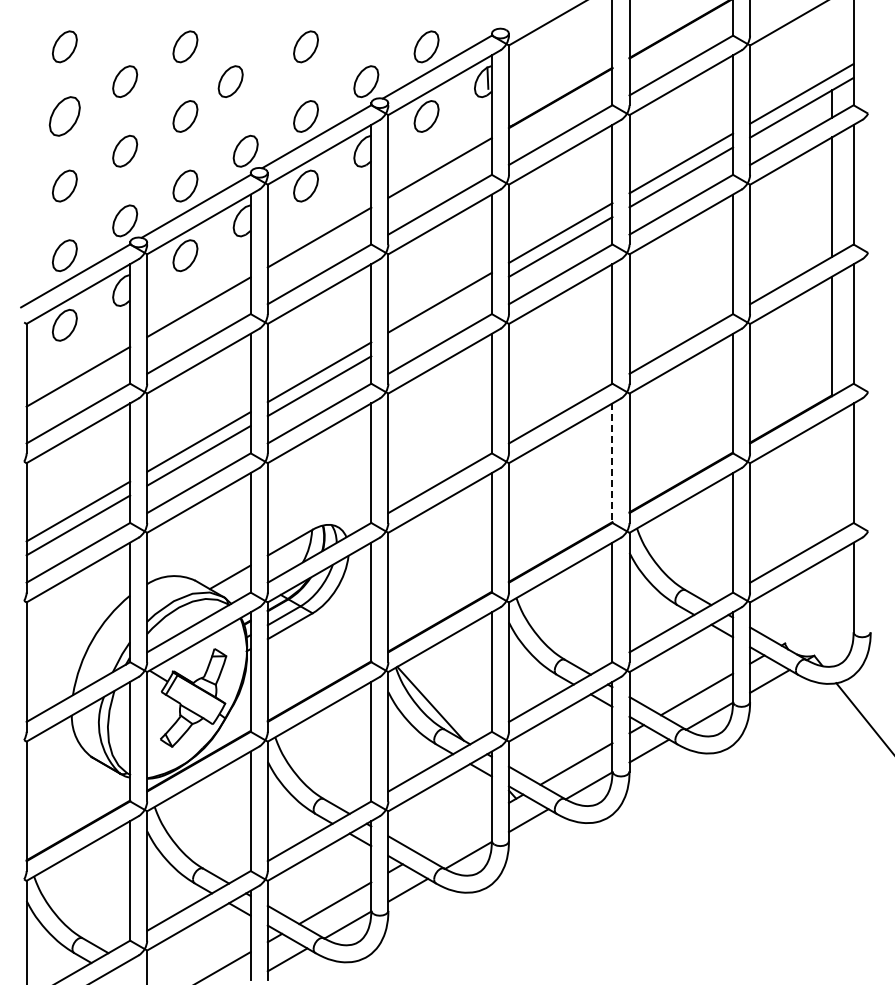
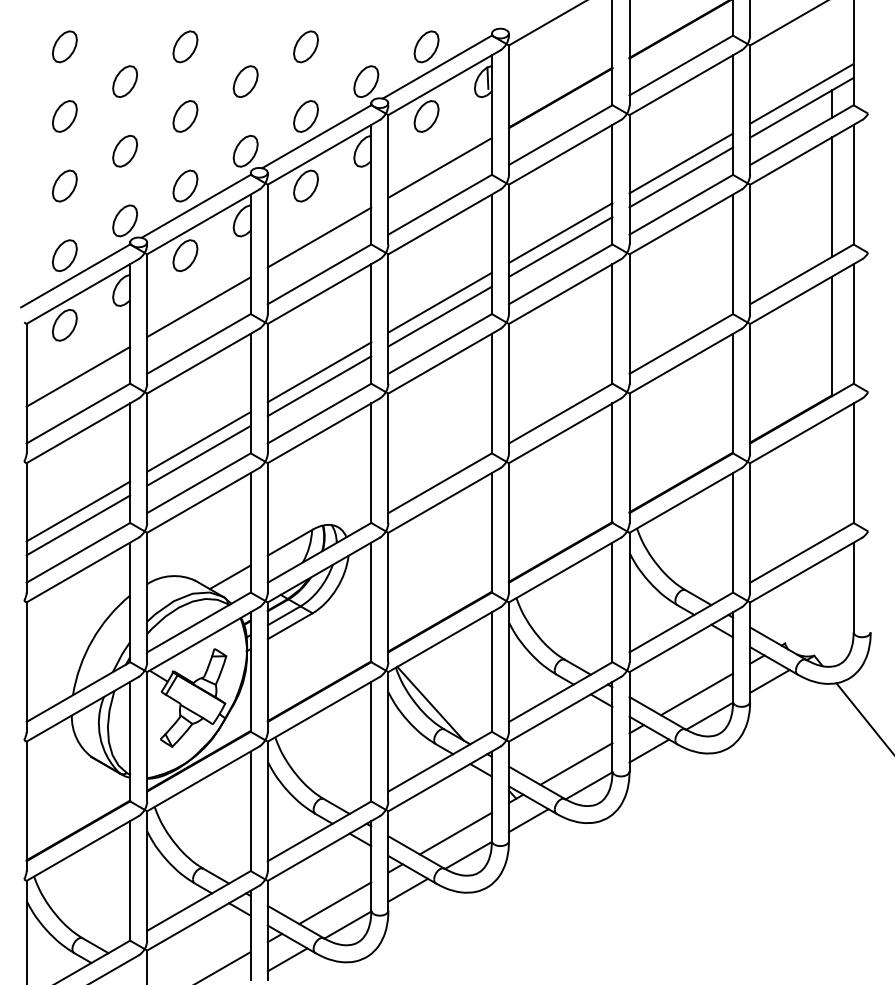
part at (230, 81) position: (230, 81) -> (245, 81)
part at (64, 116) size: 33x41 px -> 26x33 px
line at (439, 316): none -> present
line at (612, 463): dashed -> solid
line at (455, 833): none -> present
